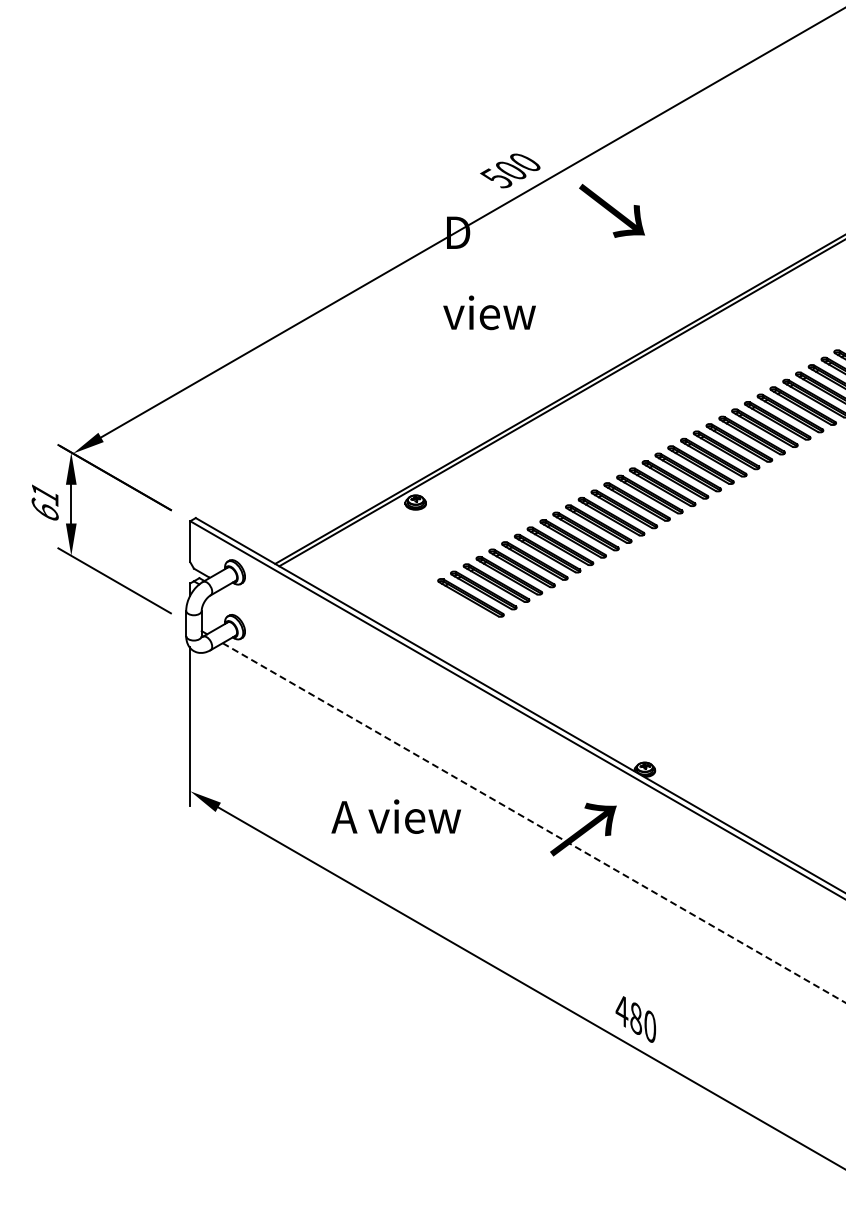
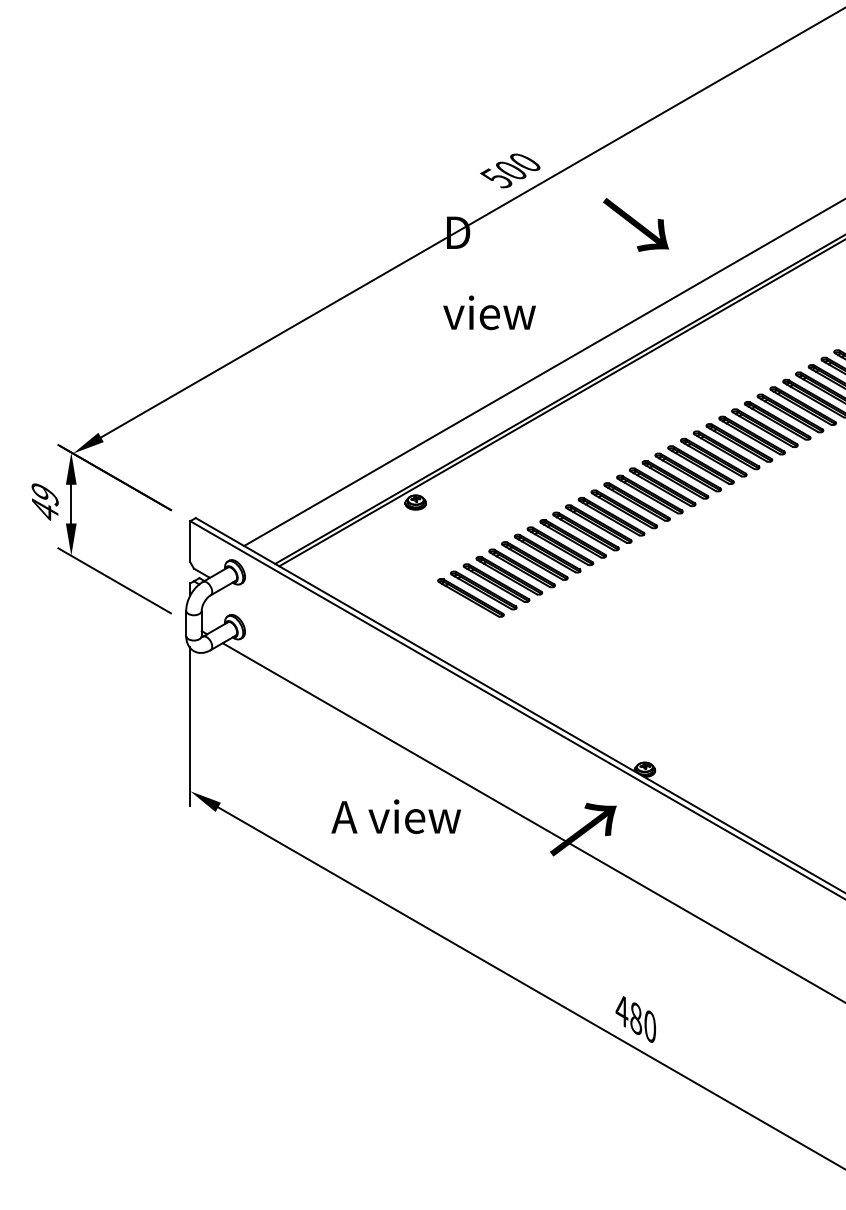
text at (611, 210) position: (611, 210) -> (635, 224)
line at (543, 373): none -> present
text at (44, 501): 61 -> 49
line at (534, 823): dashed -> solid
